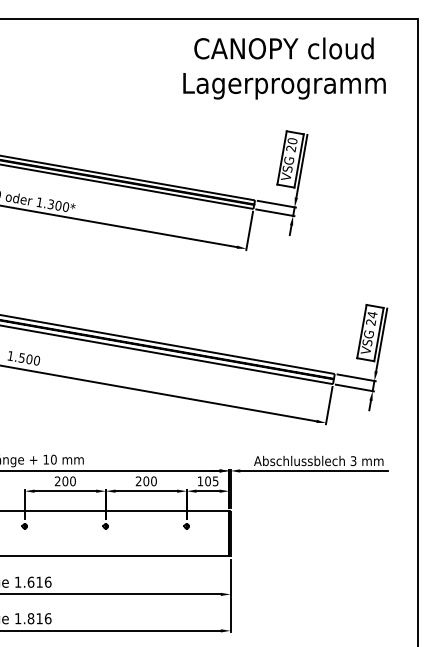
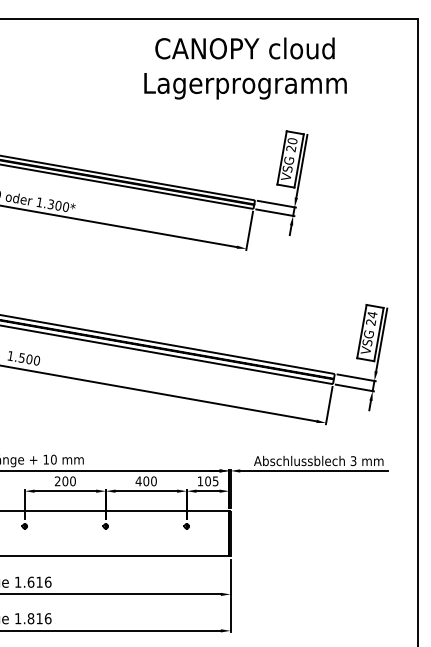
text at (284, 68) position: (284, 68) -> (245, 68)
text at (138, 481): 200 -> 400
